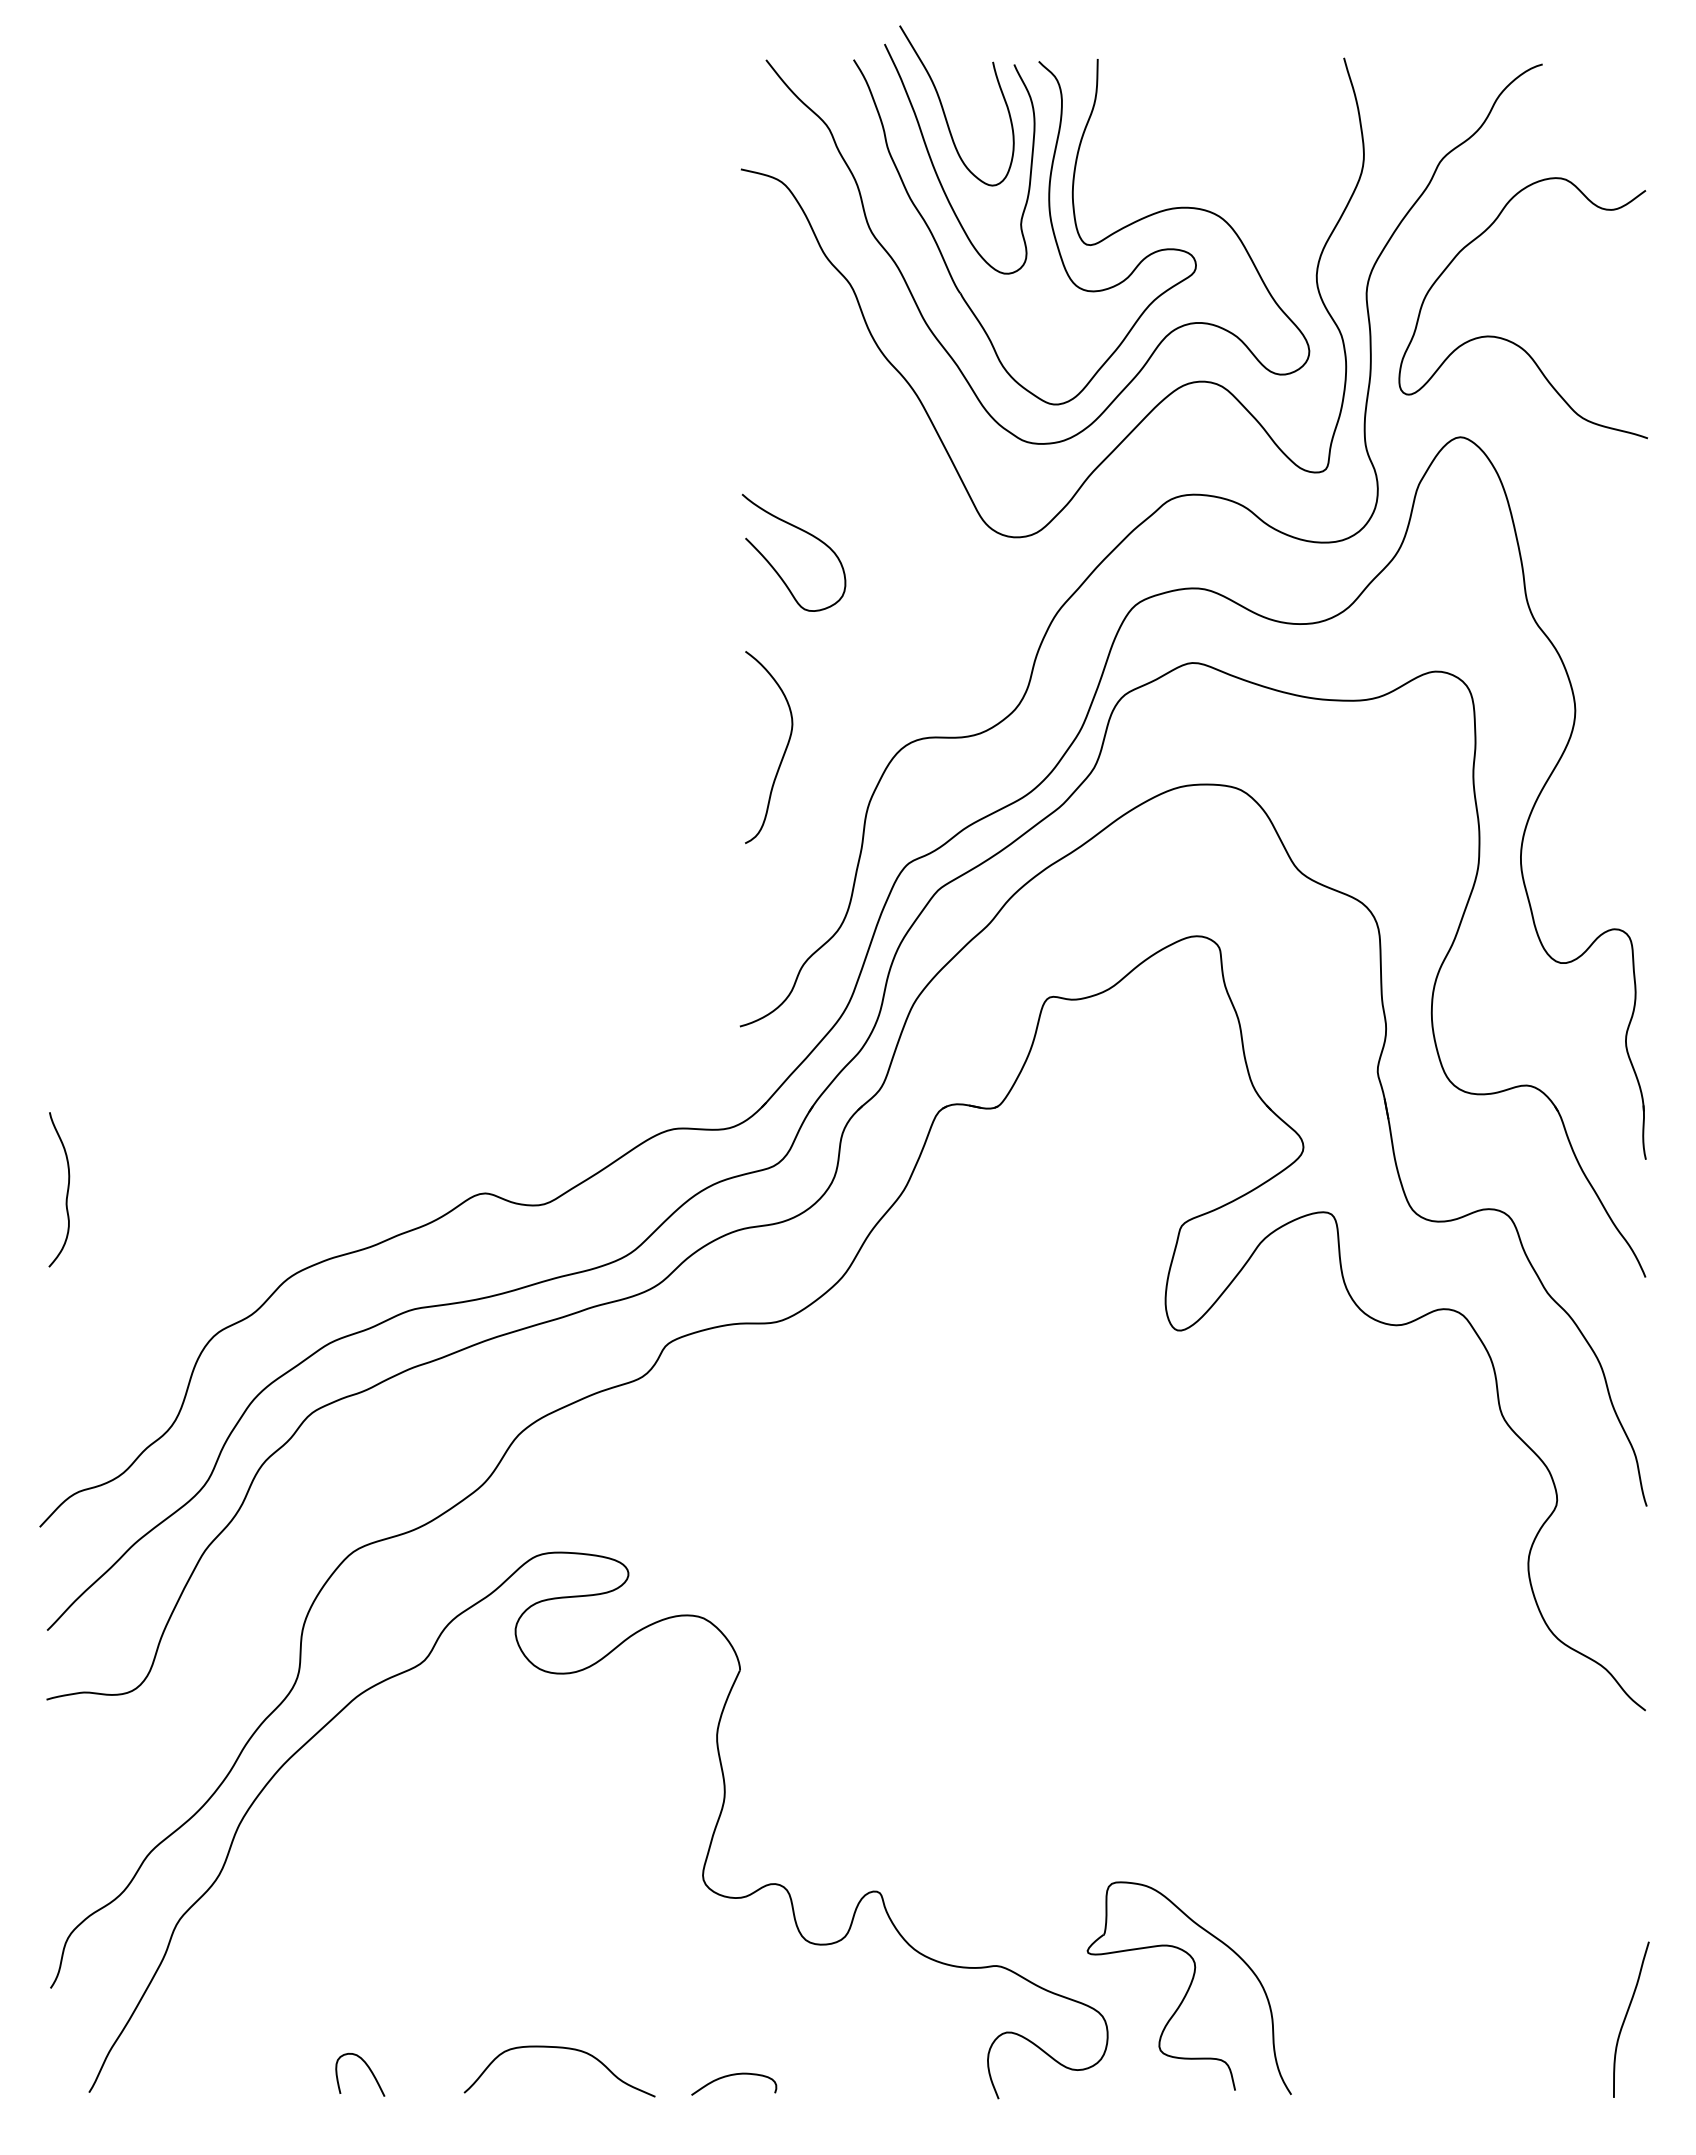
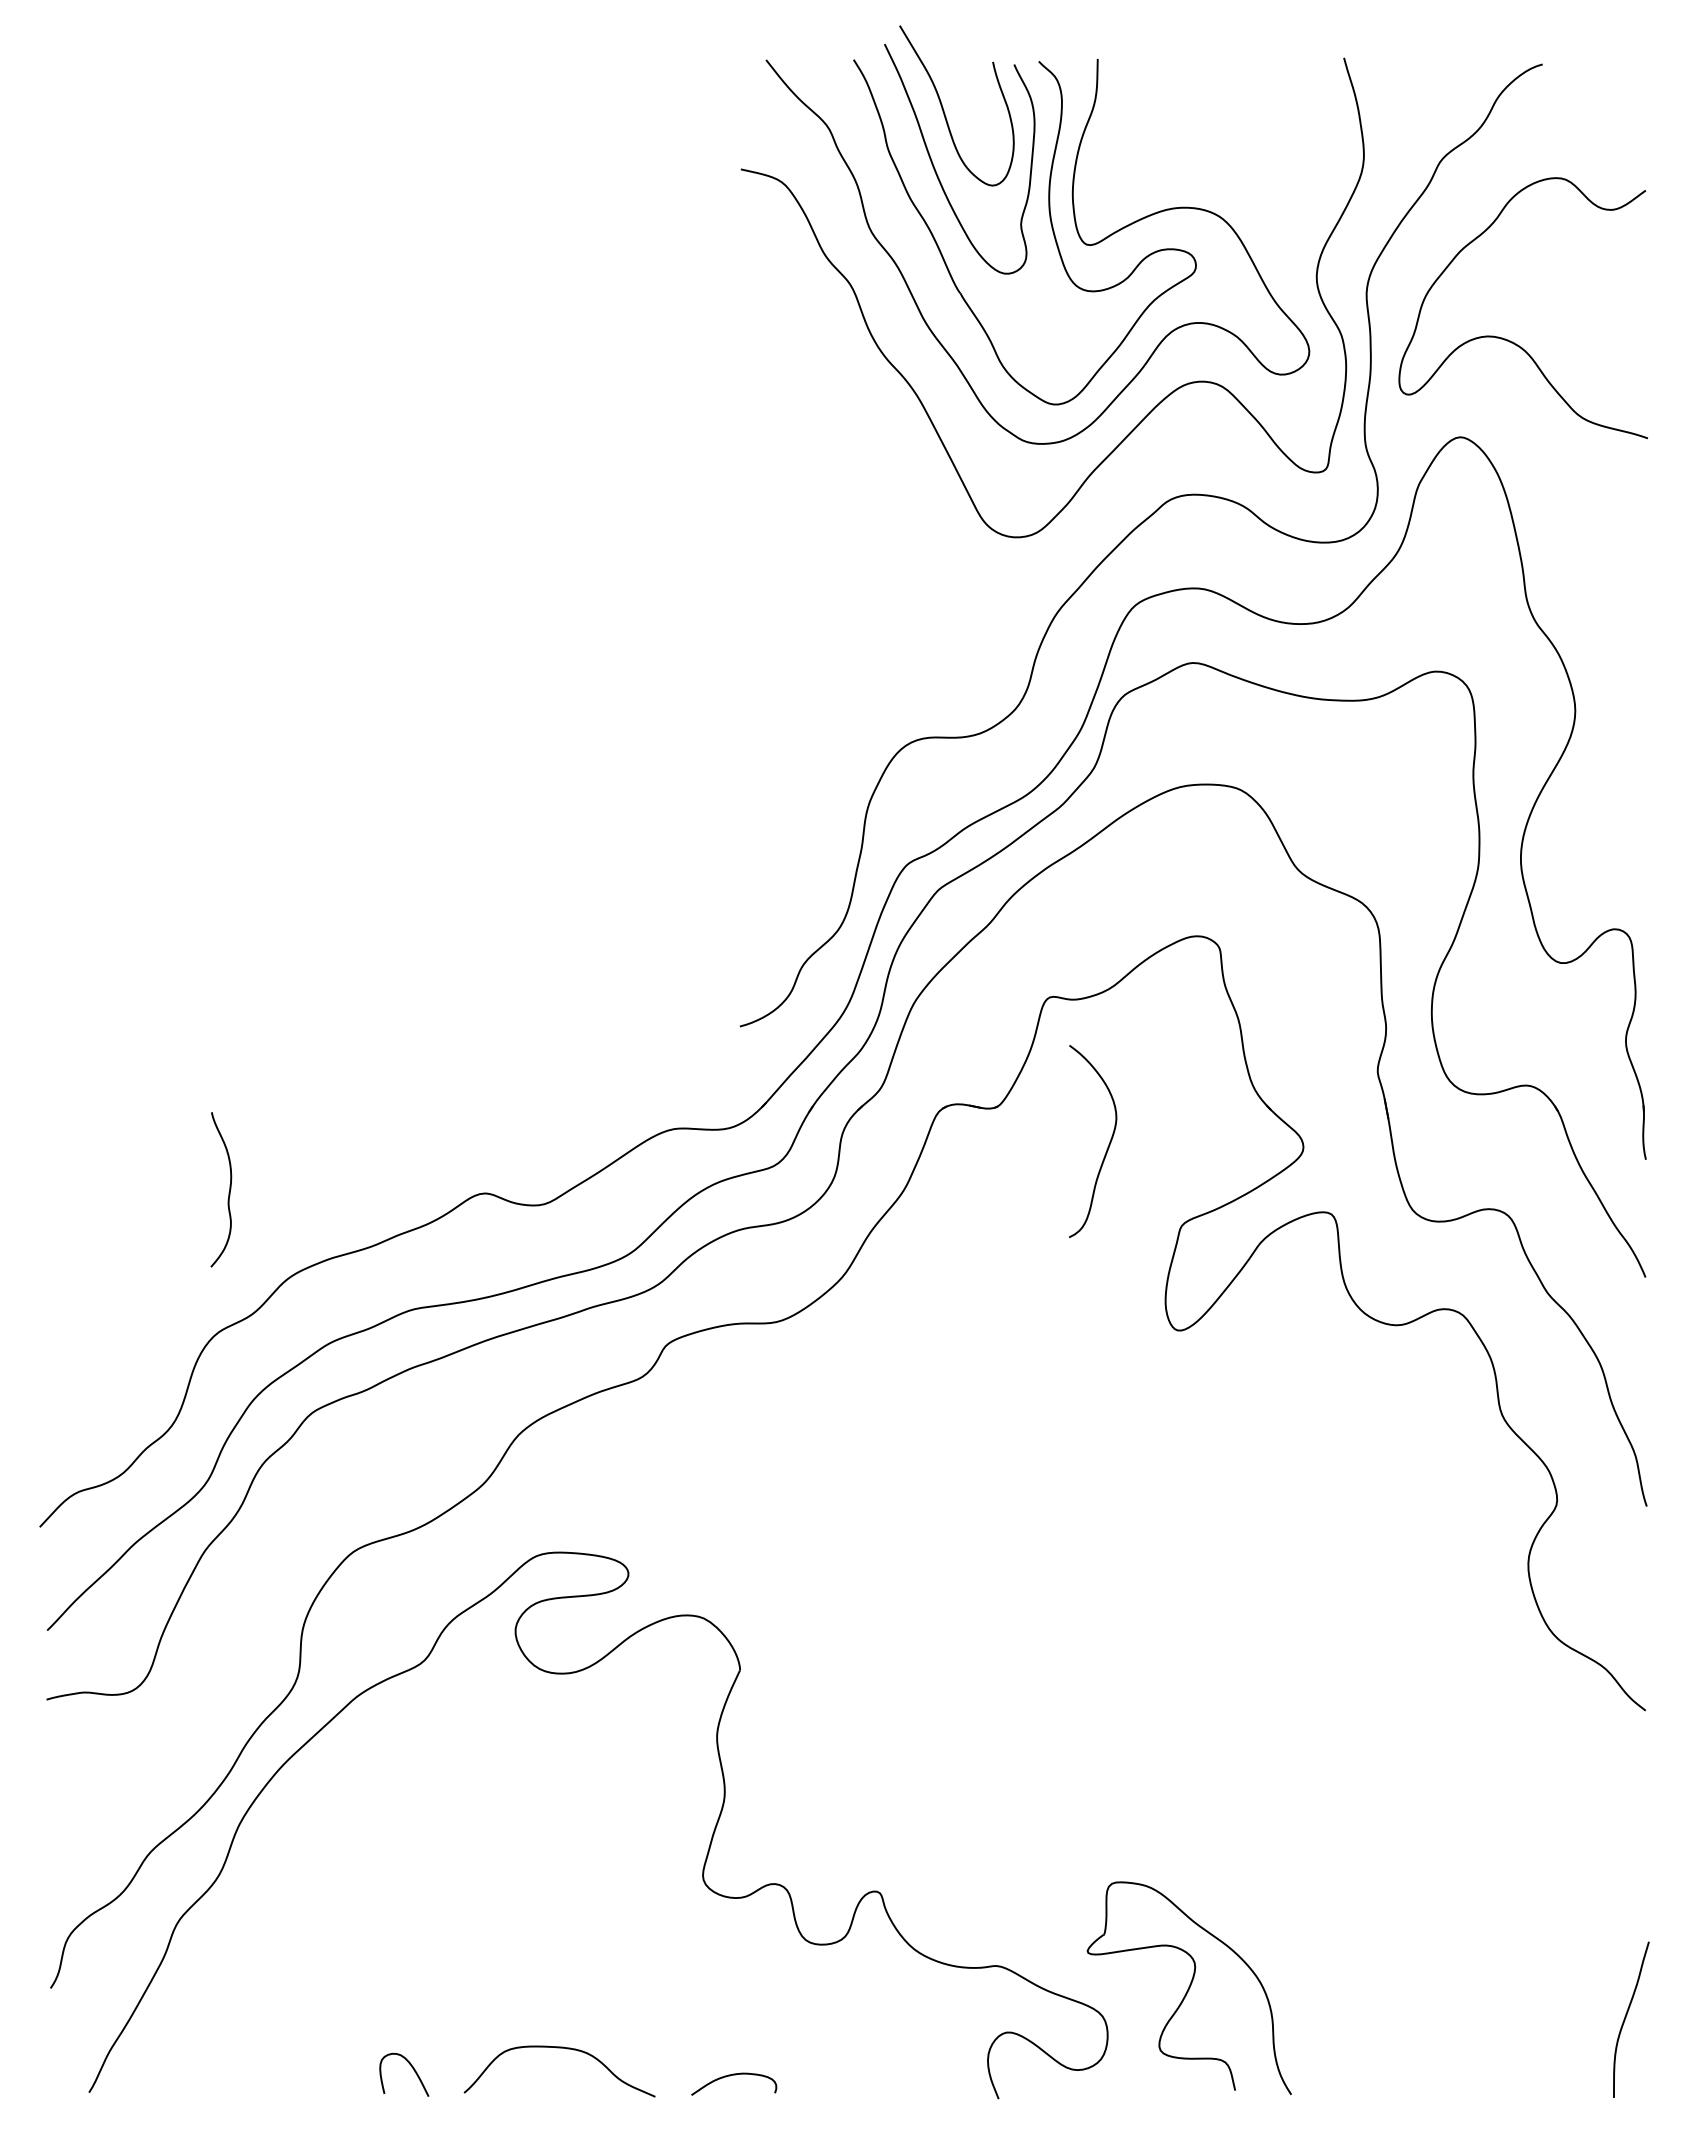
curve at (804, 532): present -> none
curve at (783, 752) position: (783, 752) -> (1107, 1146)
curve at (66, 1192) position: (66, 1192) -> (228, 1192)
curve at (369, 2070) position: (369, 2070) -> (413, 2070)
